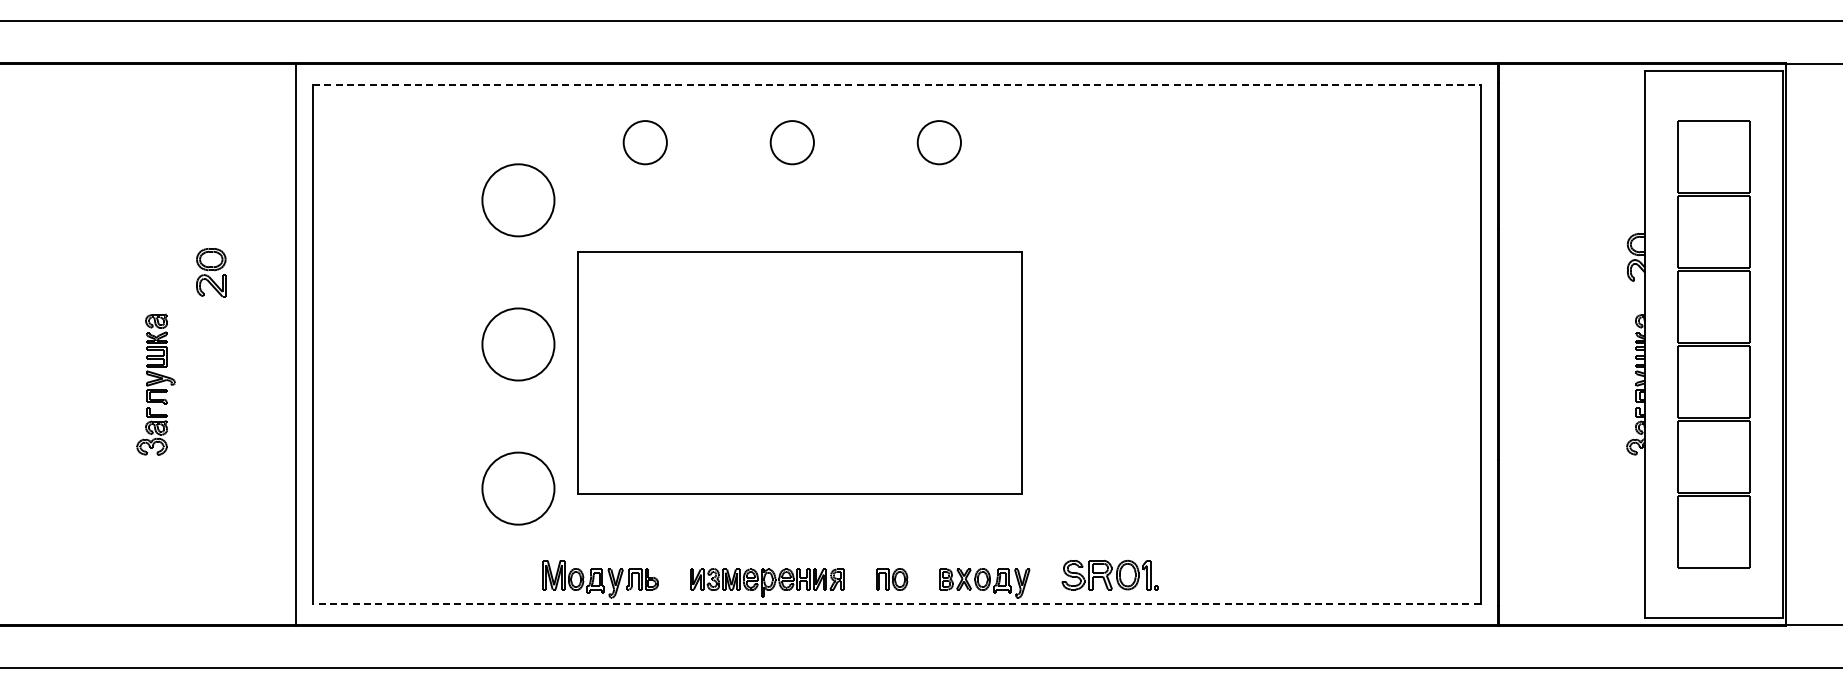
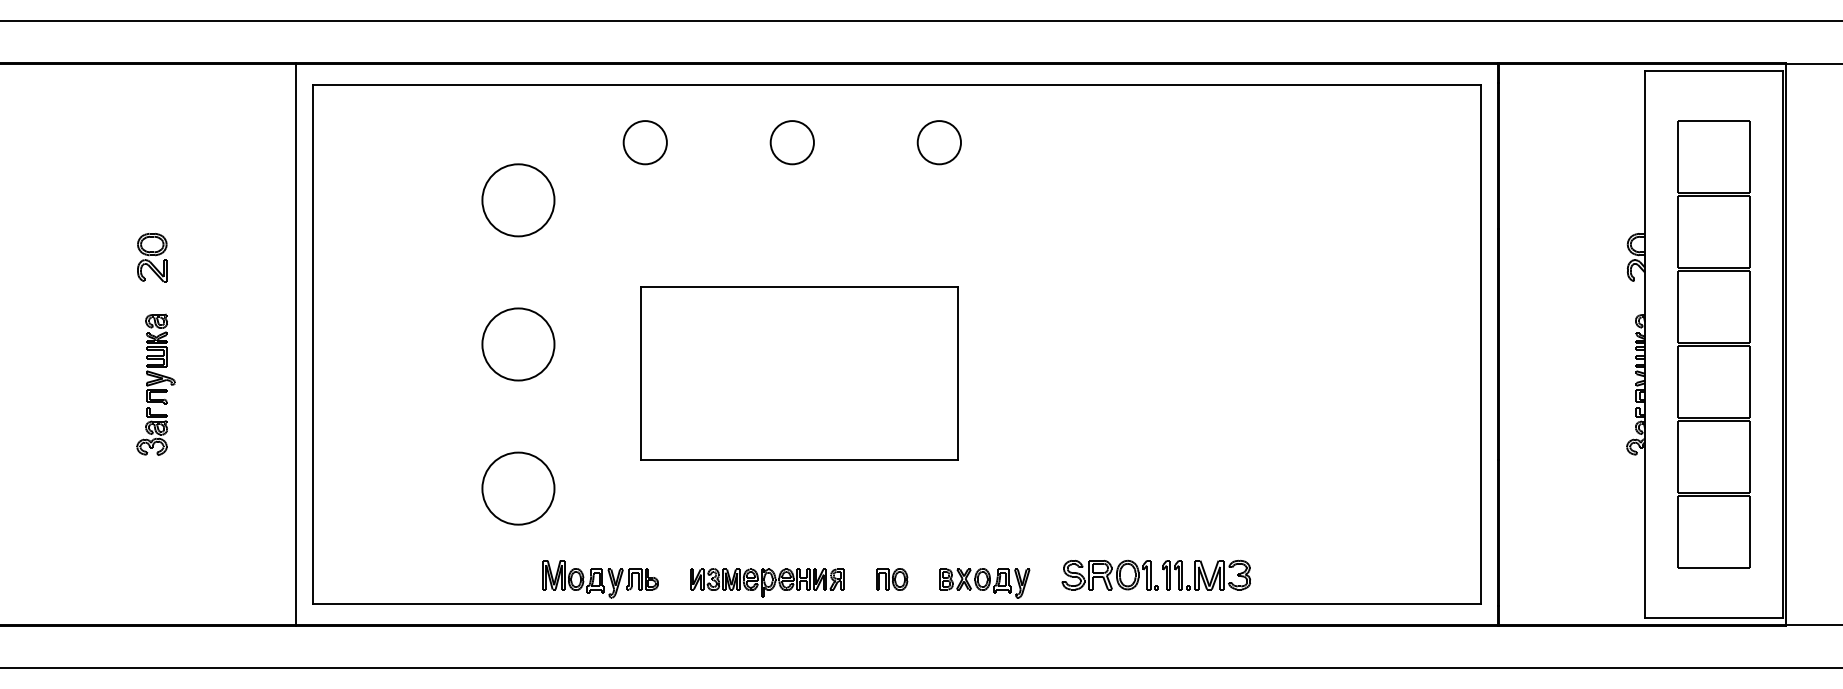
line at (896, 85): dashed -> solid
part at (211, 272) position: (211, 272) -> (152, 257)
part at (799, 372) size: 446x244 px -> 319x175 px
part at (1206, 574): none -> present
line at (896, 603): dashed -> solid
